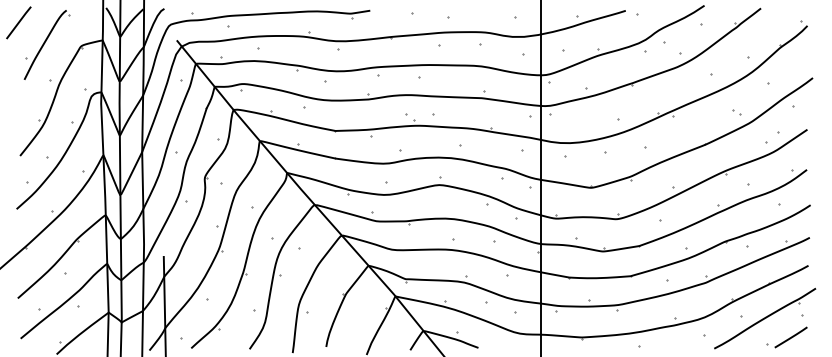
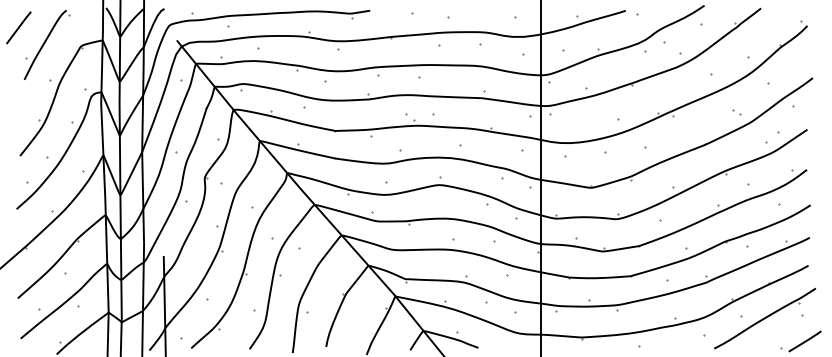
line at (18, 22) position: (18, 22) -> (18, 27)
part at (786, 337) position: (786, 337) -> (800, 341)
